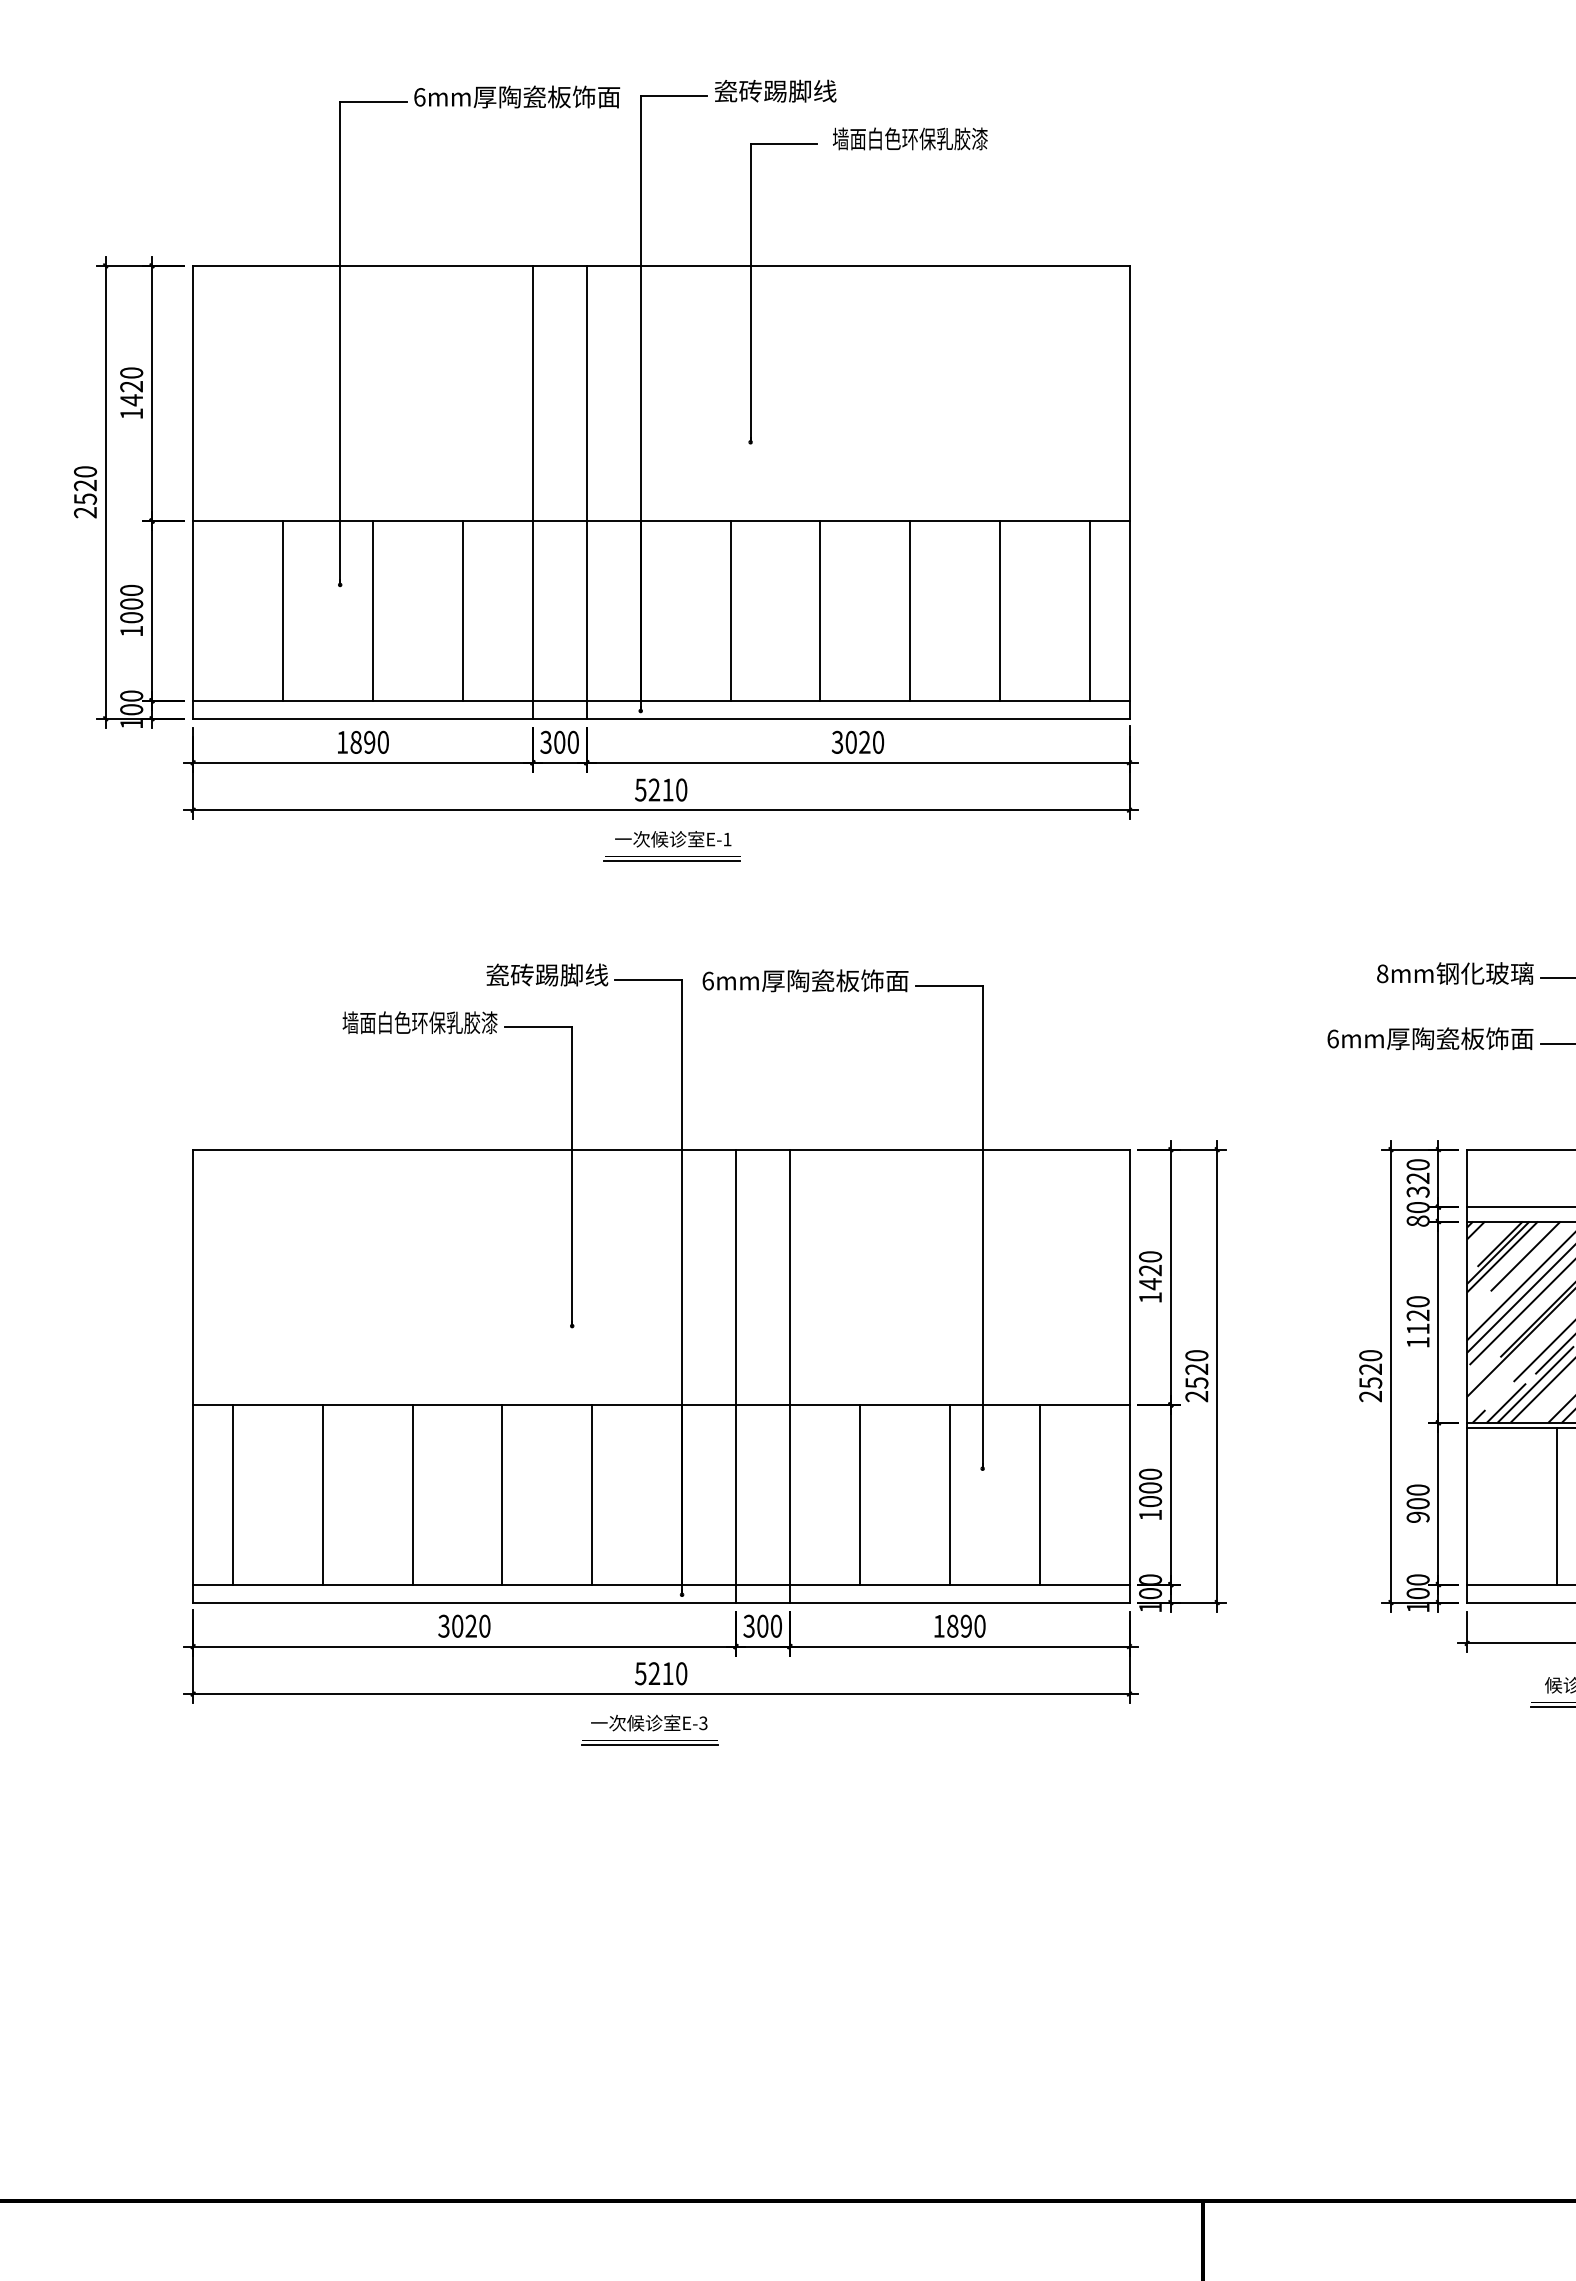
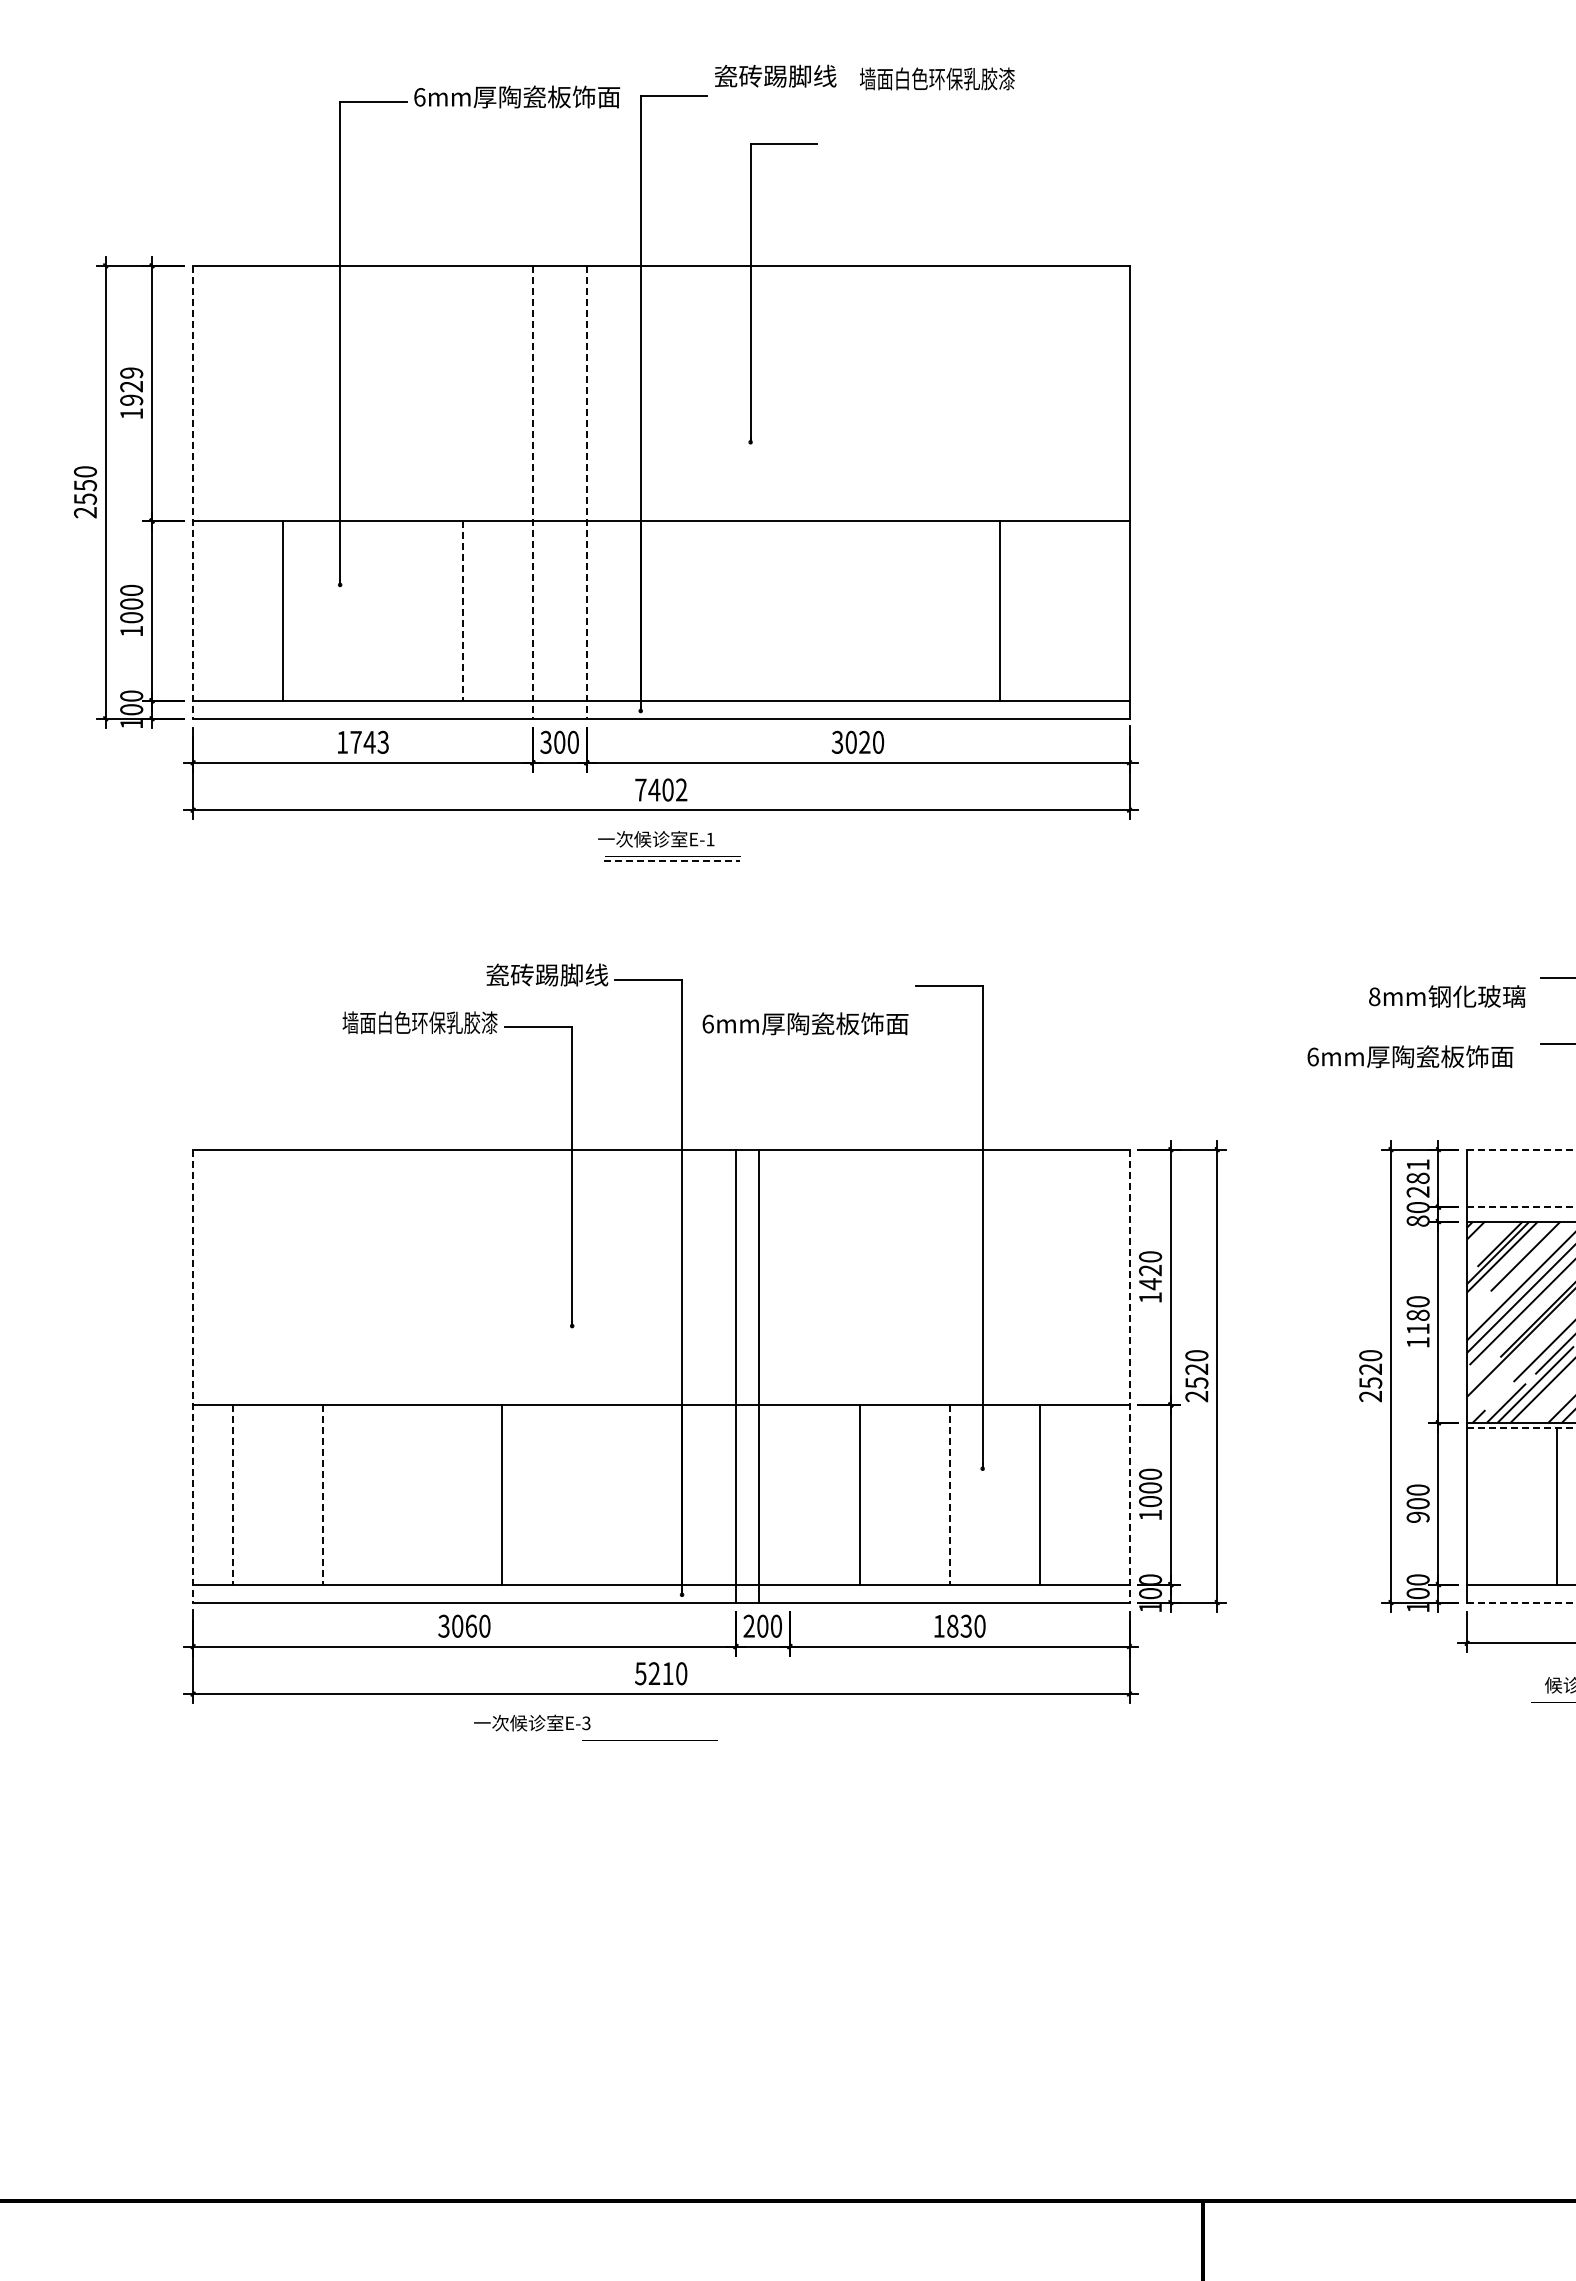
text at (775, 90) position: (775, 90) -> (775, 75)
text at (910, 138) position: (910, 138) -> (937, 78)
text at (131, 386): 1420 -> 1929
text at (85, 485): 2520 -> 2550
line at (193, 492): solid -> dashed
line at (532, 492): solid -> dashed
line at (586, 492): solid -> dashed
line at (372, 610): present -> none
line at (462, 610): solid -> dashed
line at (730, 610): present -> none
line at (820, 610): present -> none
line at (910, 610): present -> none
line at (1090, 610): present -> none
text at (369, 741): 1890 -> 1743
text at (661, 789): 5210 -> 7402
text at (673, 839) position: (673, 839) -> (656, 839)
line at (672, 861): solid -> dashed
text at (1455, 973) position: (1455, 973) -> (1447, 996)
text at (805, 980) position: (805, 980) -> (805, 1023)
text at (1430, 1038) position: (1430, 1038) -> (1410, 1056)
line at (1522, 1149): solid -> dashed
text at (1417, 1178): 320 -> 281
line at (1522, 1207): solid -> dashed
text at (1417, 1315): 1120 -> 1180
line at (789, 1375) position: (789, 1375) -> (758, 1375)
line at (193, 1376): solid -> dashed
line at (1129, 1376): solid -> dashed
line at (1522, 1428): solid -> dashed
line at (232, 1494): solid -> dashed
line at (322, 1494): solid -> dashed
line at (412, 1494): present -> none
line at (592, 1494): present -> none
line at (949, 1494): solid -> dashed
line at (1522, 1602): solid -> dashed
text at (470, 1625): 3020 -> 3060
text at (748, 1626): 300 -> 200
text at (965, 1626): 1890 -> 1830
line at (1551, 1707): present -> none
text at (649, 1722) position: (649, 1722) -> (532, 1722)
line at (650, 1745): present -> none
